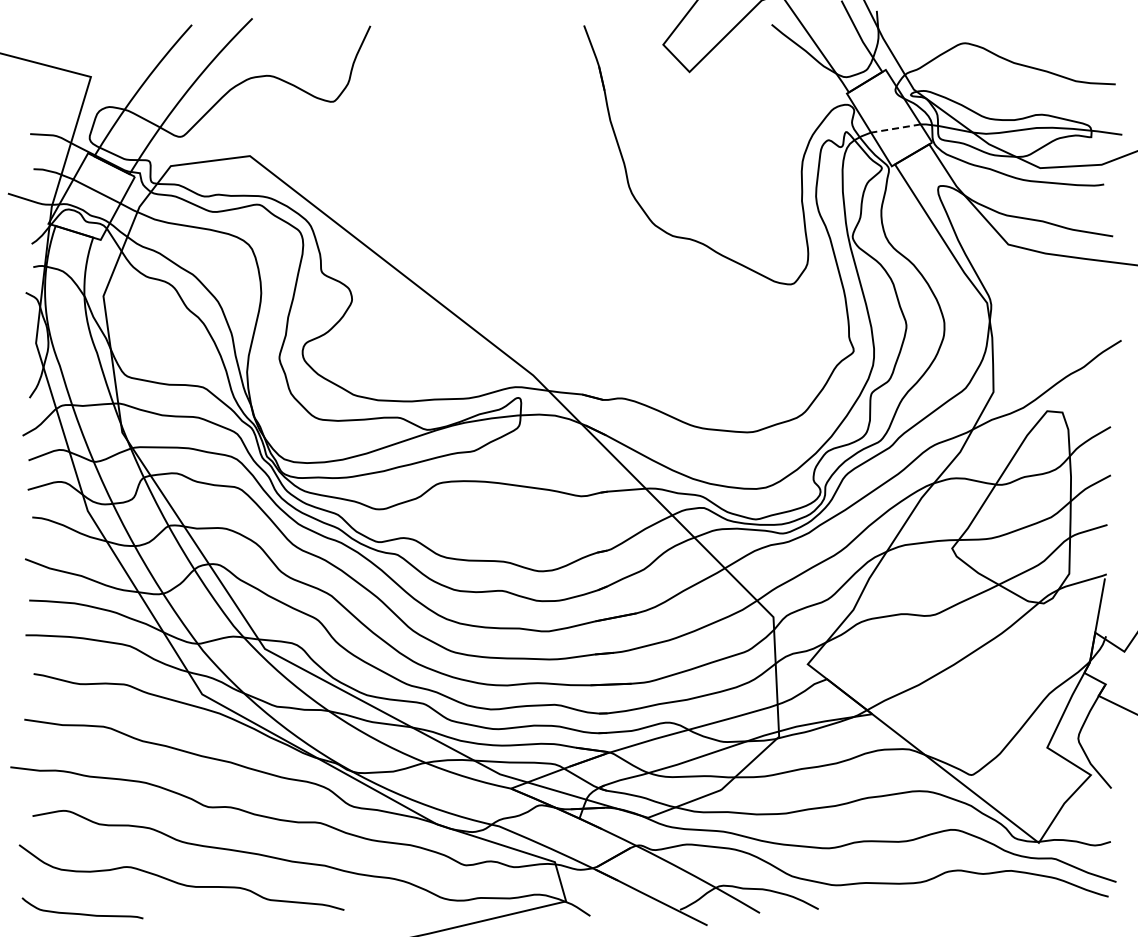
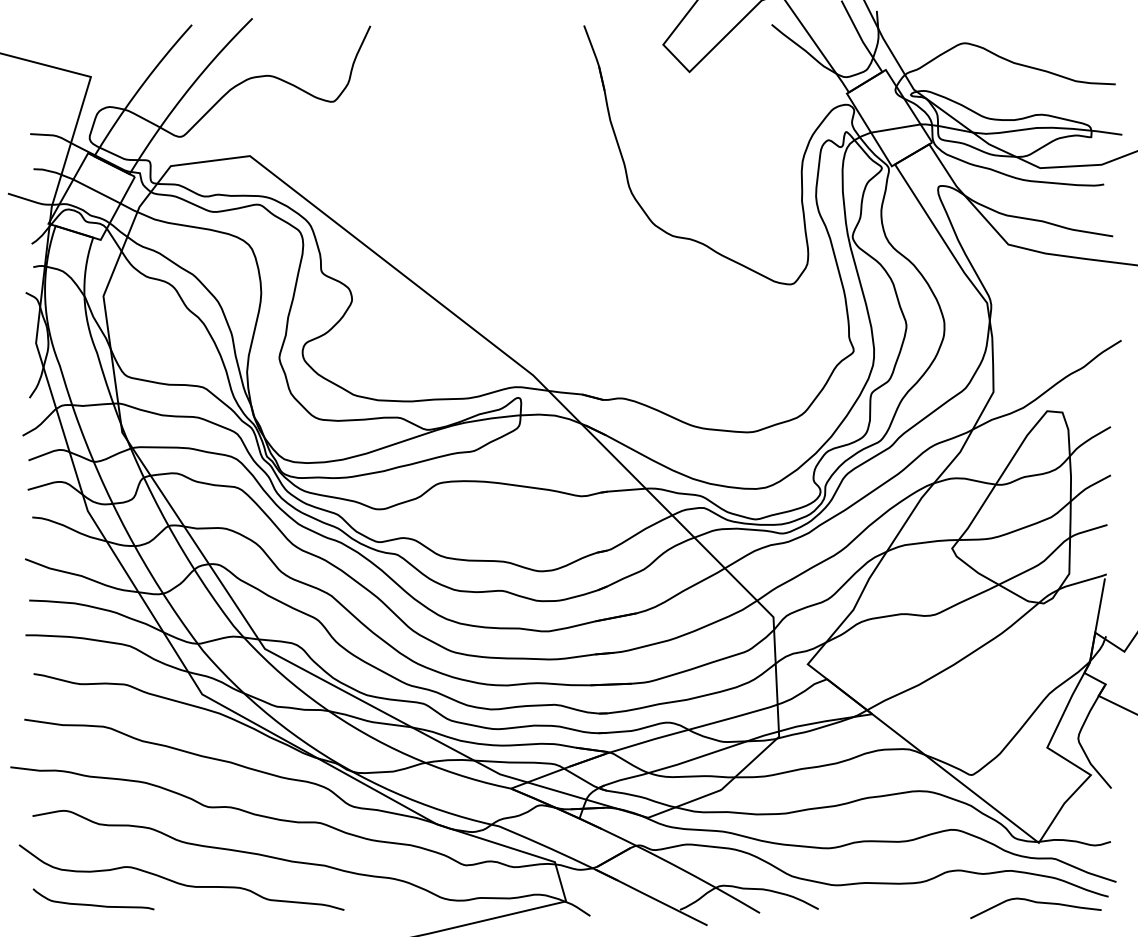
line at (895, 128): dashed -> solid
curve at (1036, 903): none -> present
curve at (82, 913) position: (82, 913) -> (93, 904)
